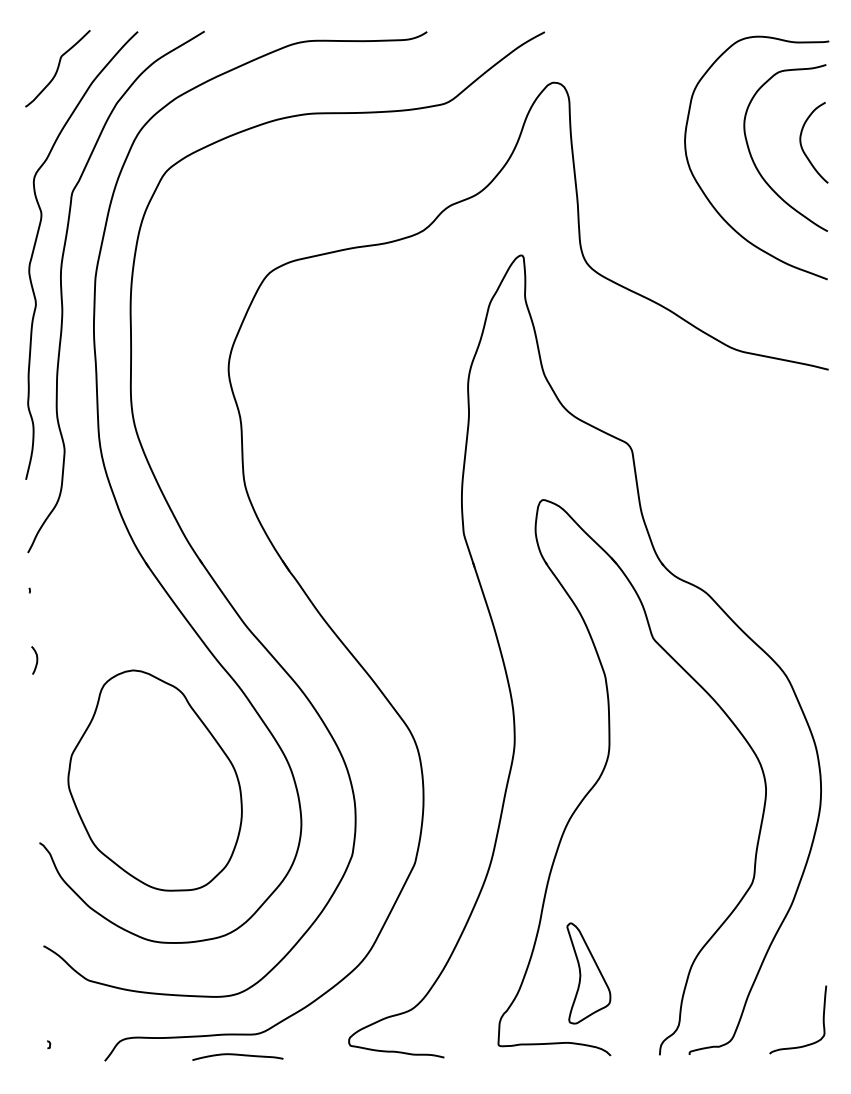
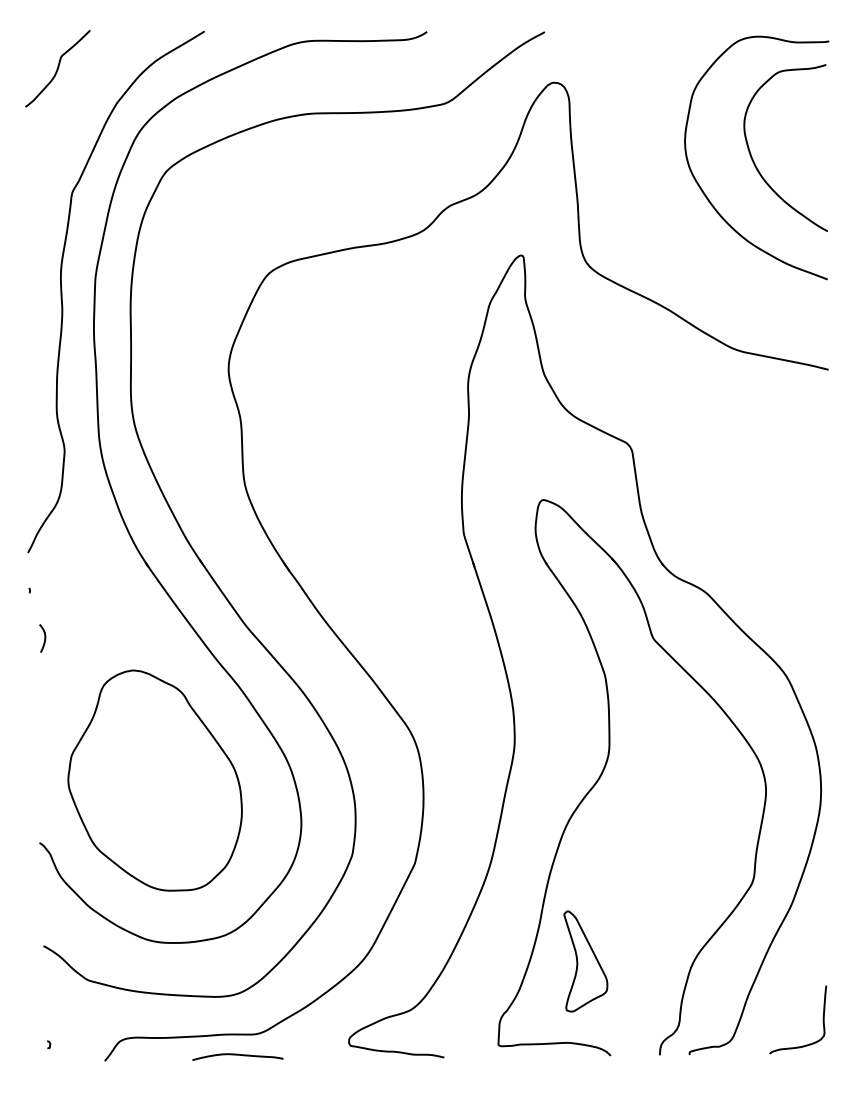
curve at (802, 145): present -> none
curve at (36, 243): present -> none
curve at (36, 660) position: (36, 660) -> (44, 638)
part at (588, 973) position: (588, 973) -> (585, 961)
